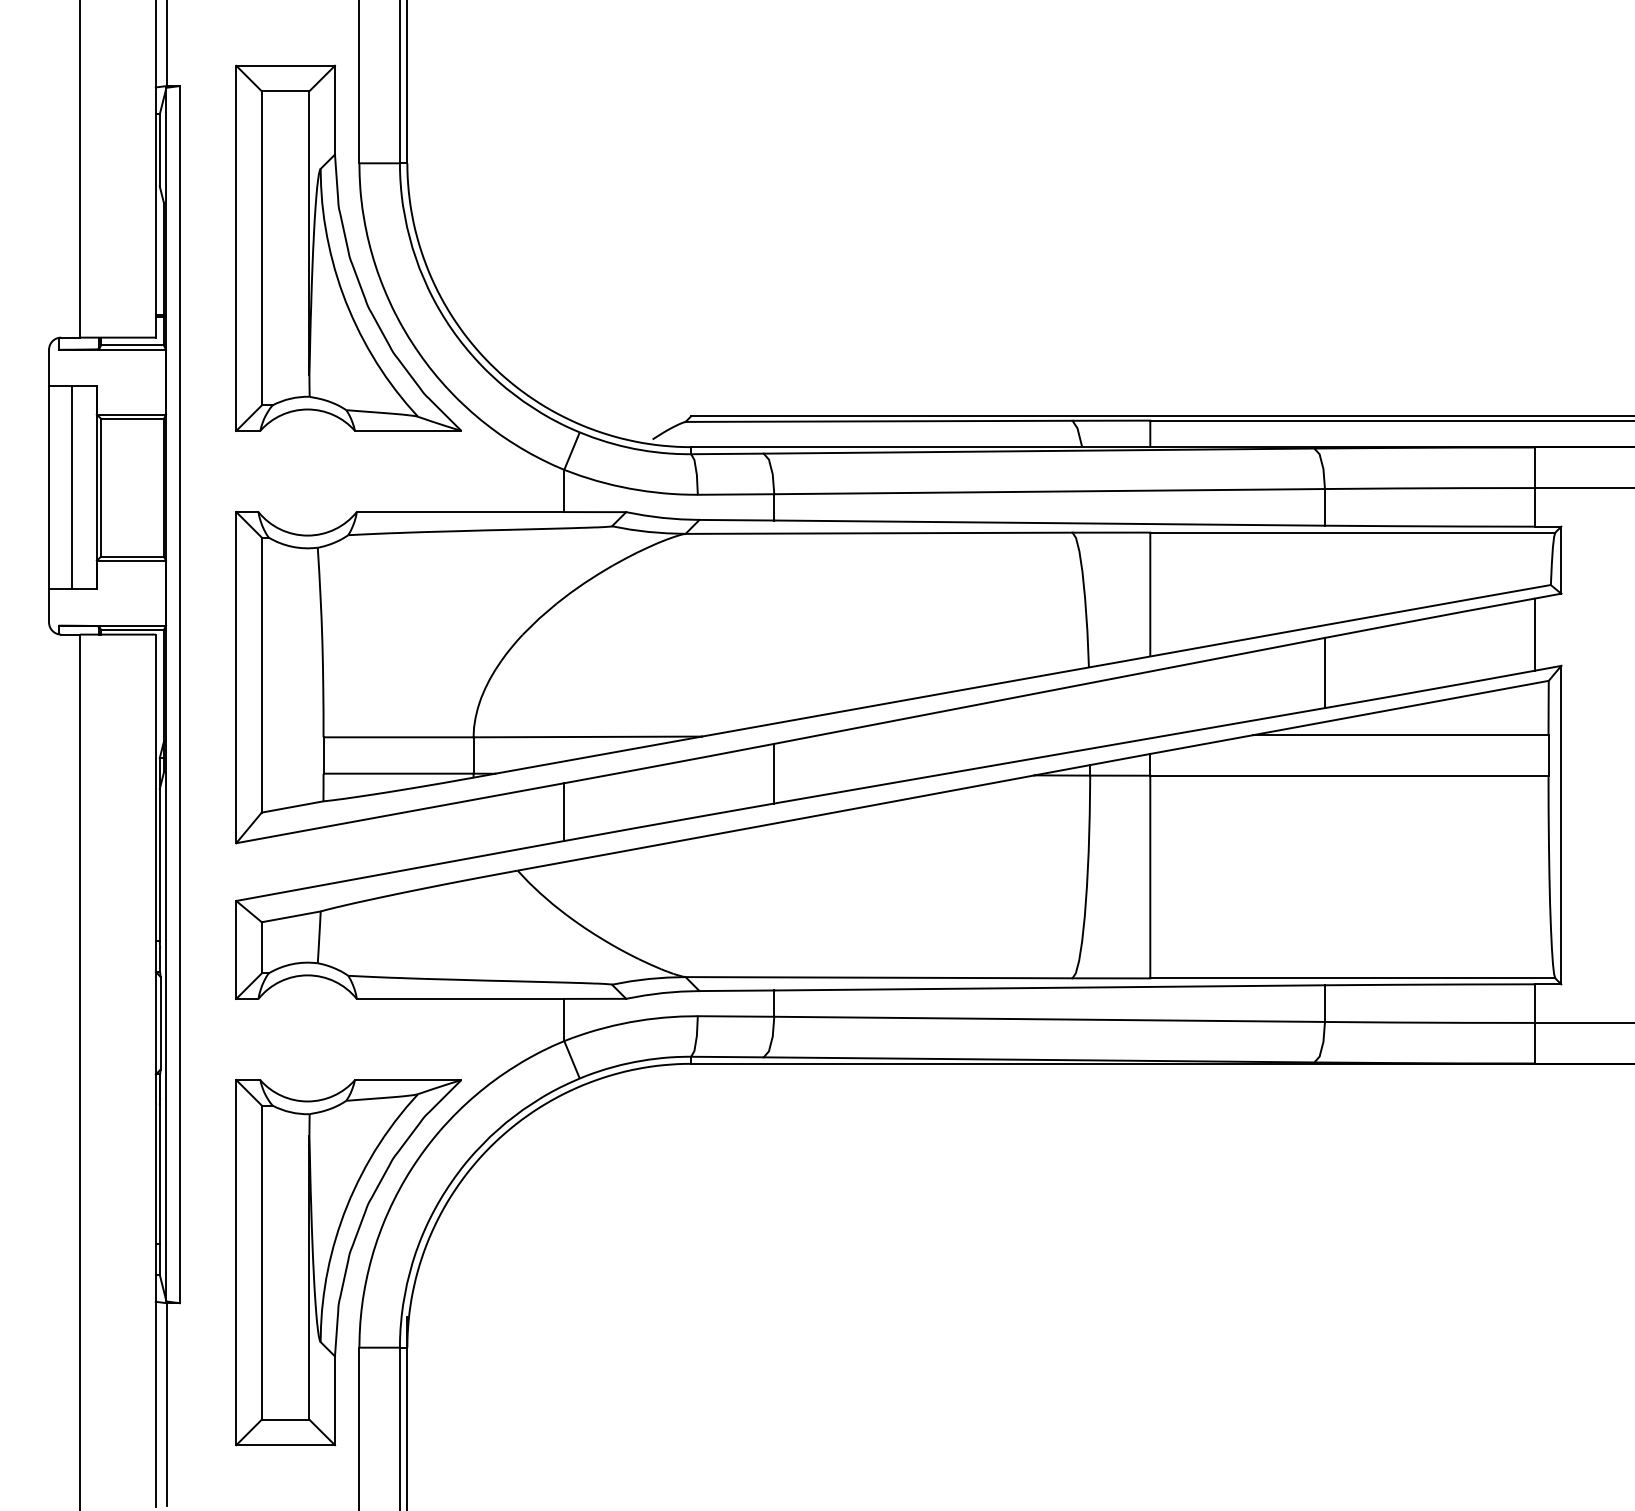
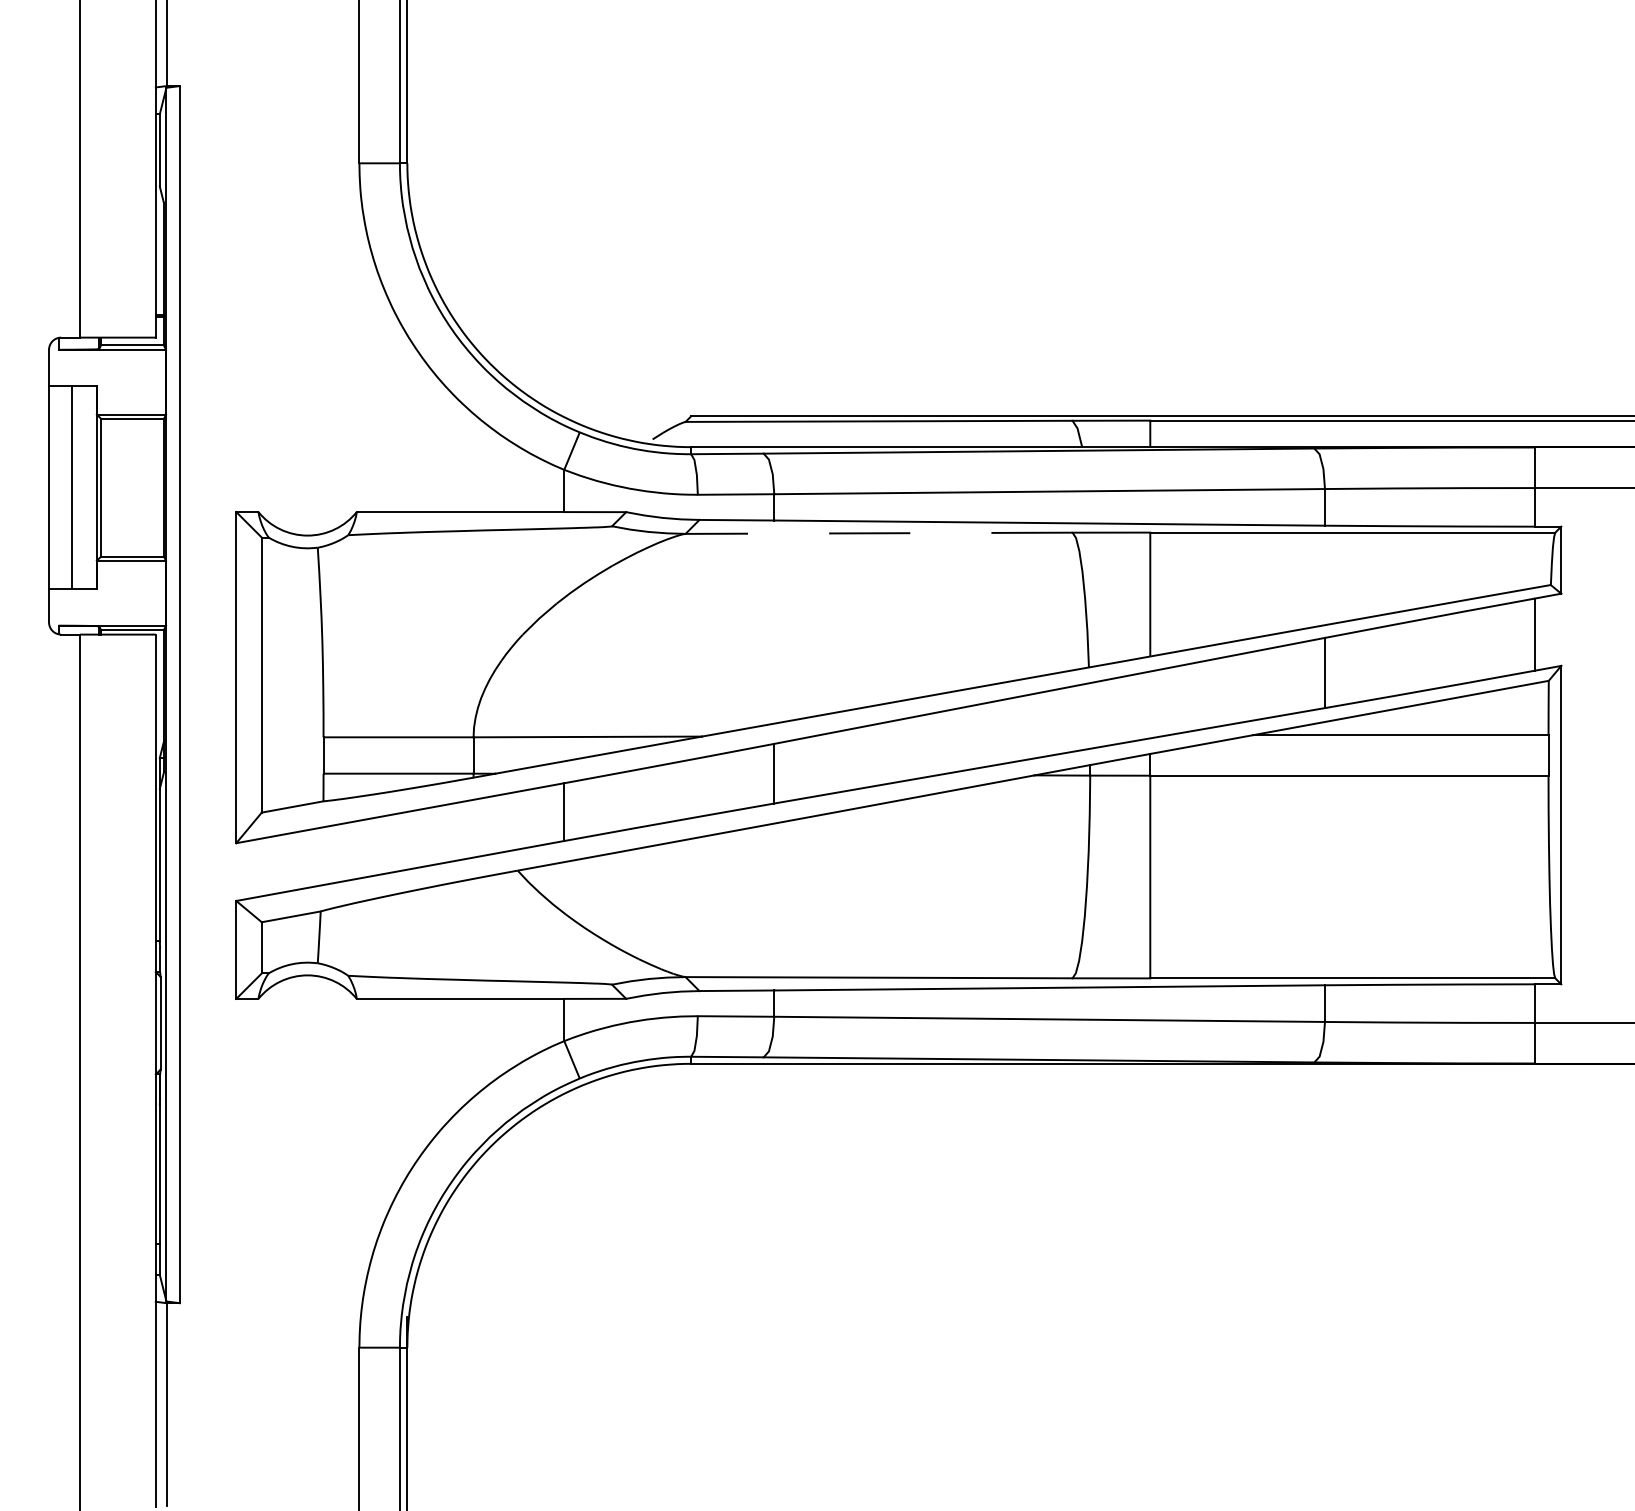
part at (348, 247): present -> none
line at (878, 533): solid -> dashed
part at (348, 1262): present -> none
